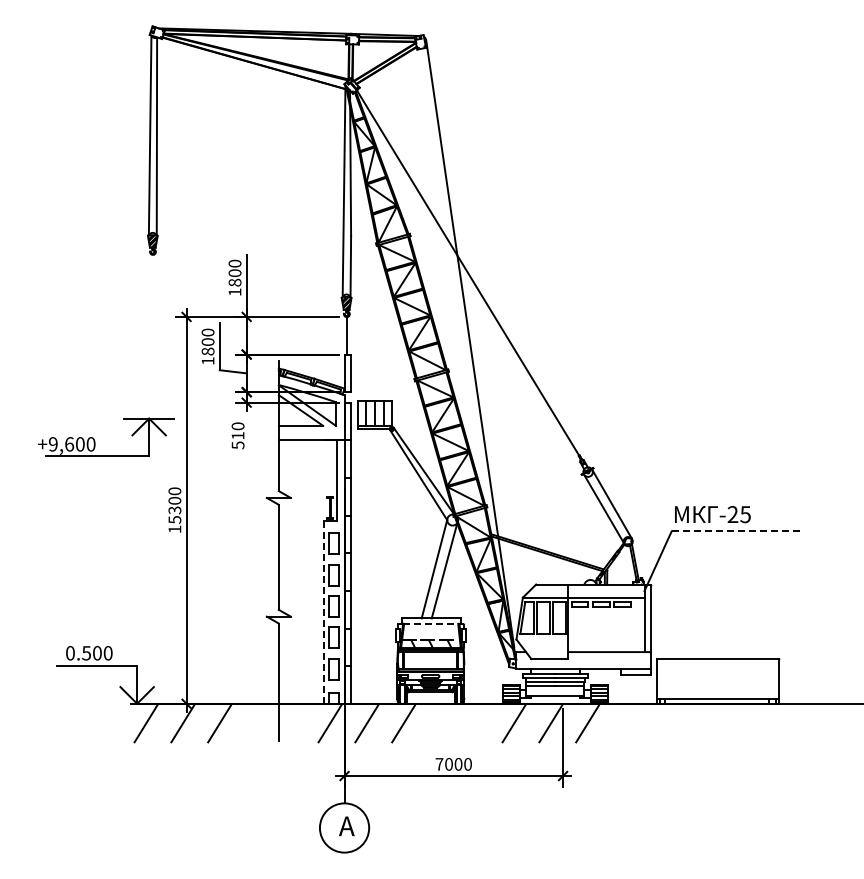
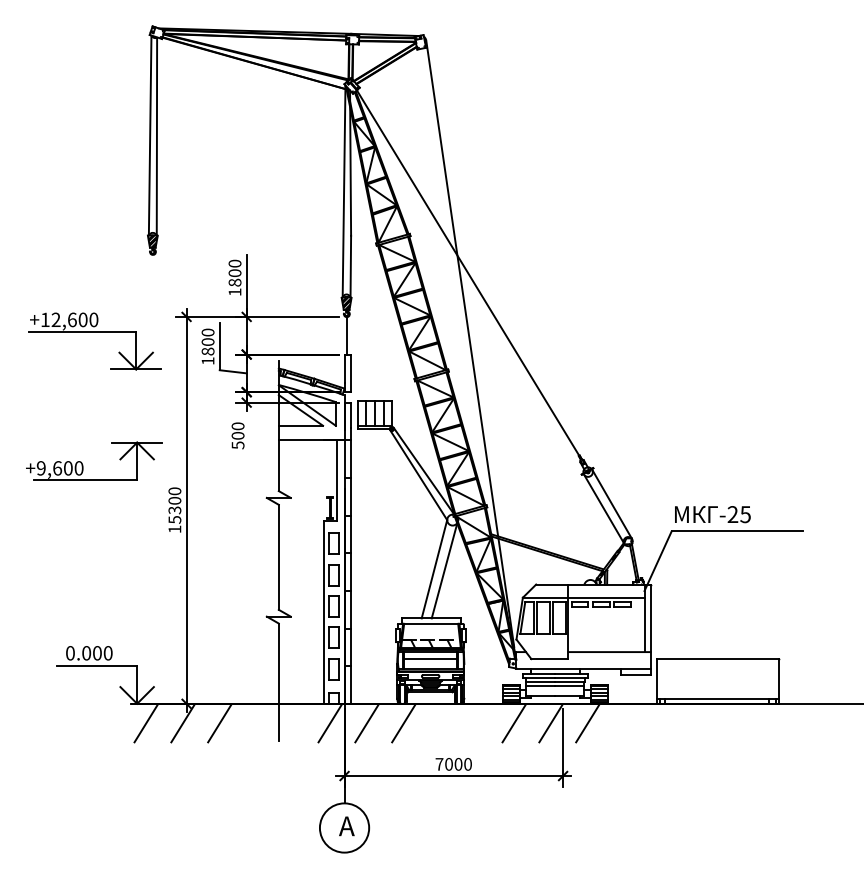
part at (94, 332): none -> present
text at (237, 435): 510 -> 500
part at (95, 441) position: (95, 441) -> (83, 465)
line at (737, 531): dashed -> solid
line at (323, 611): dashed -> solid
line at (431, 623): dashed -> solid
text at (86, 653): 0.500 -> 0.000
line at (430, 658): none -> present
